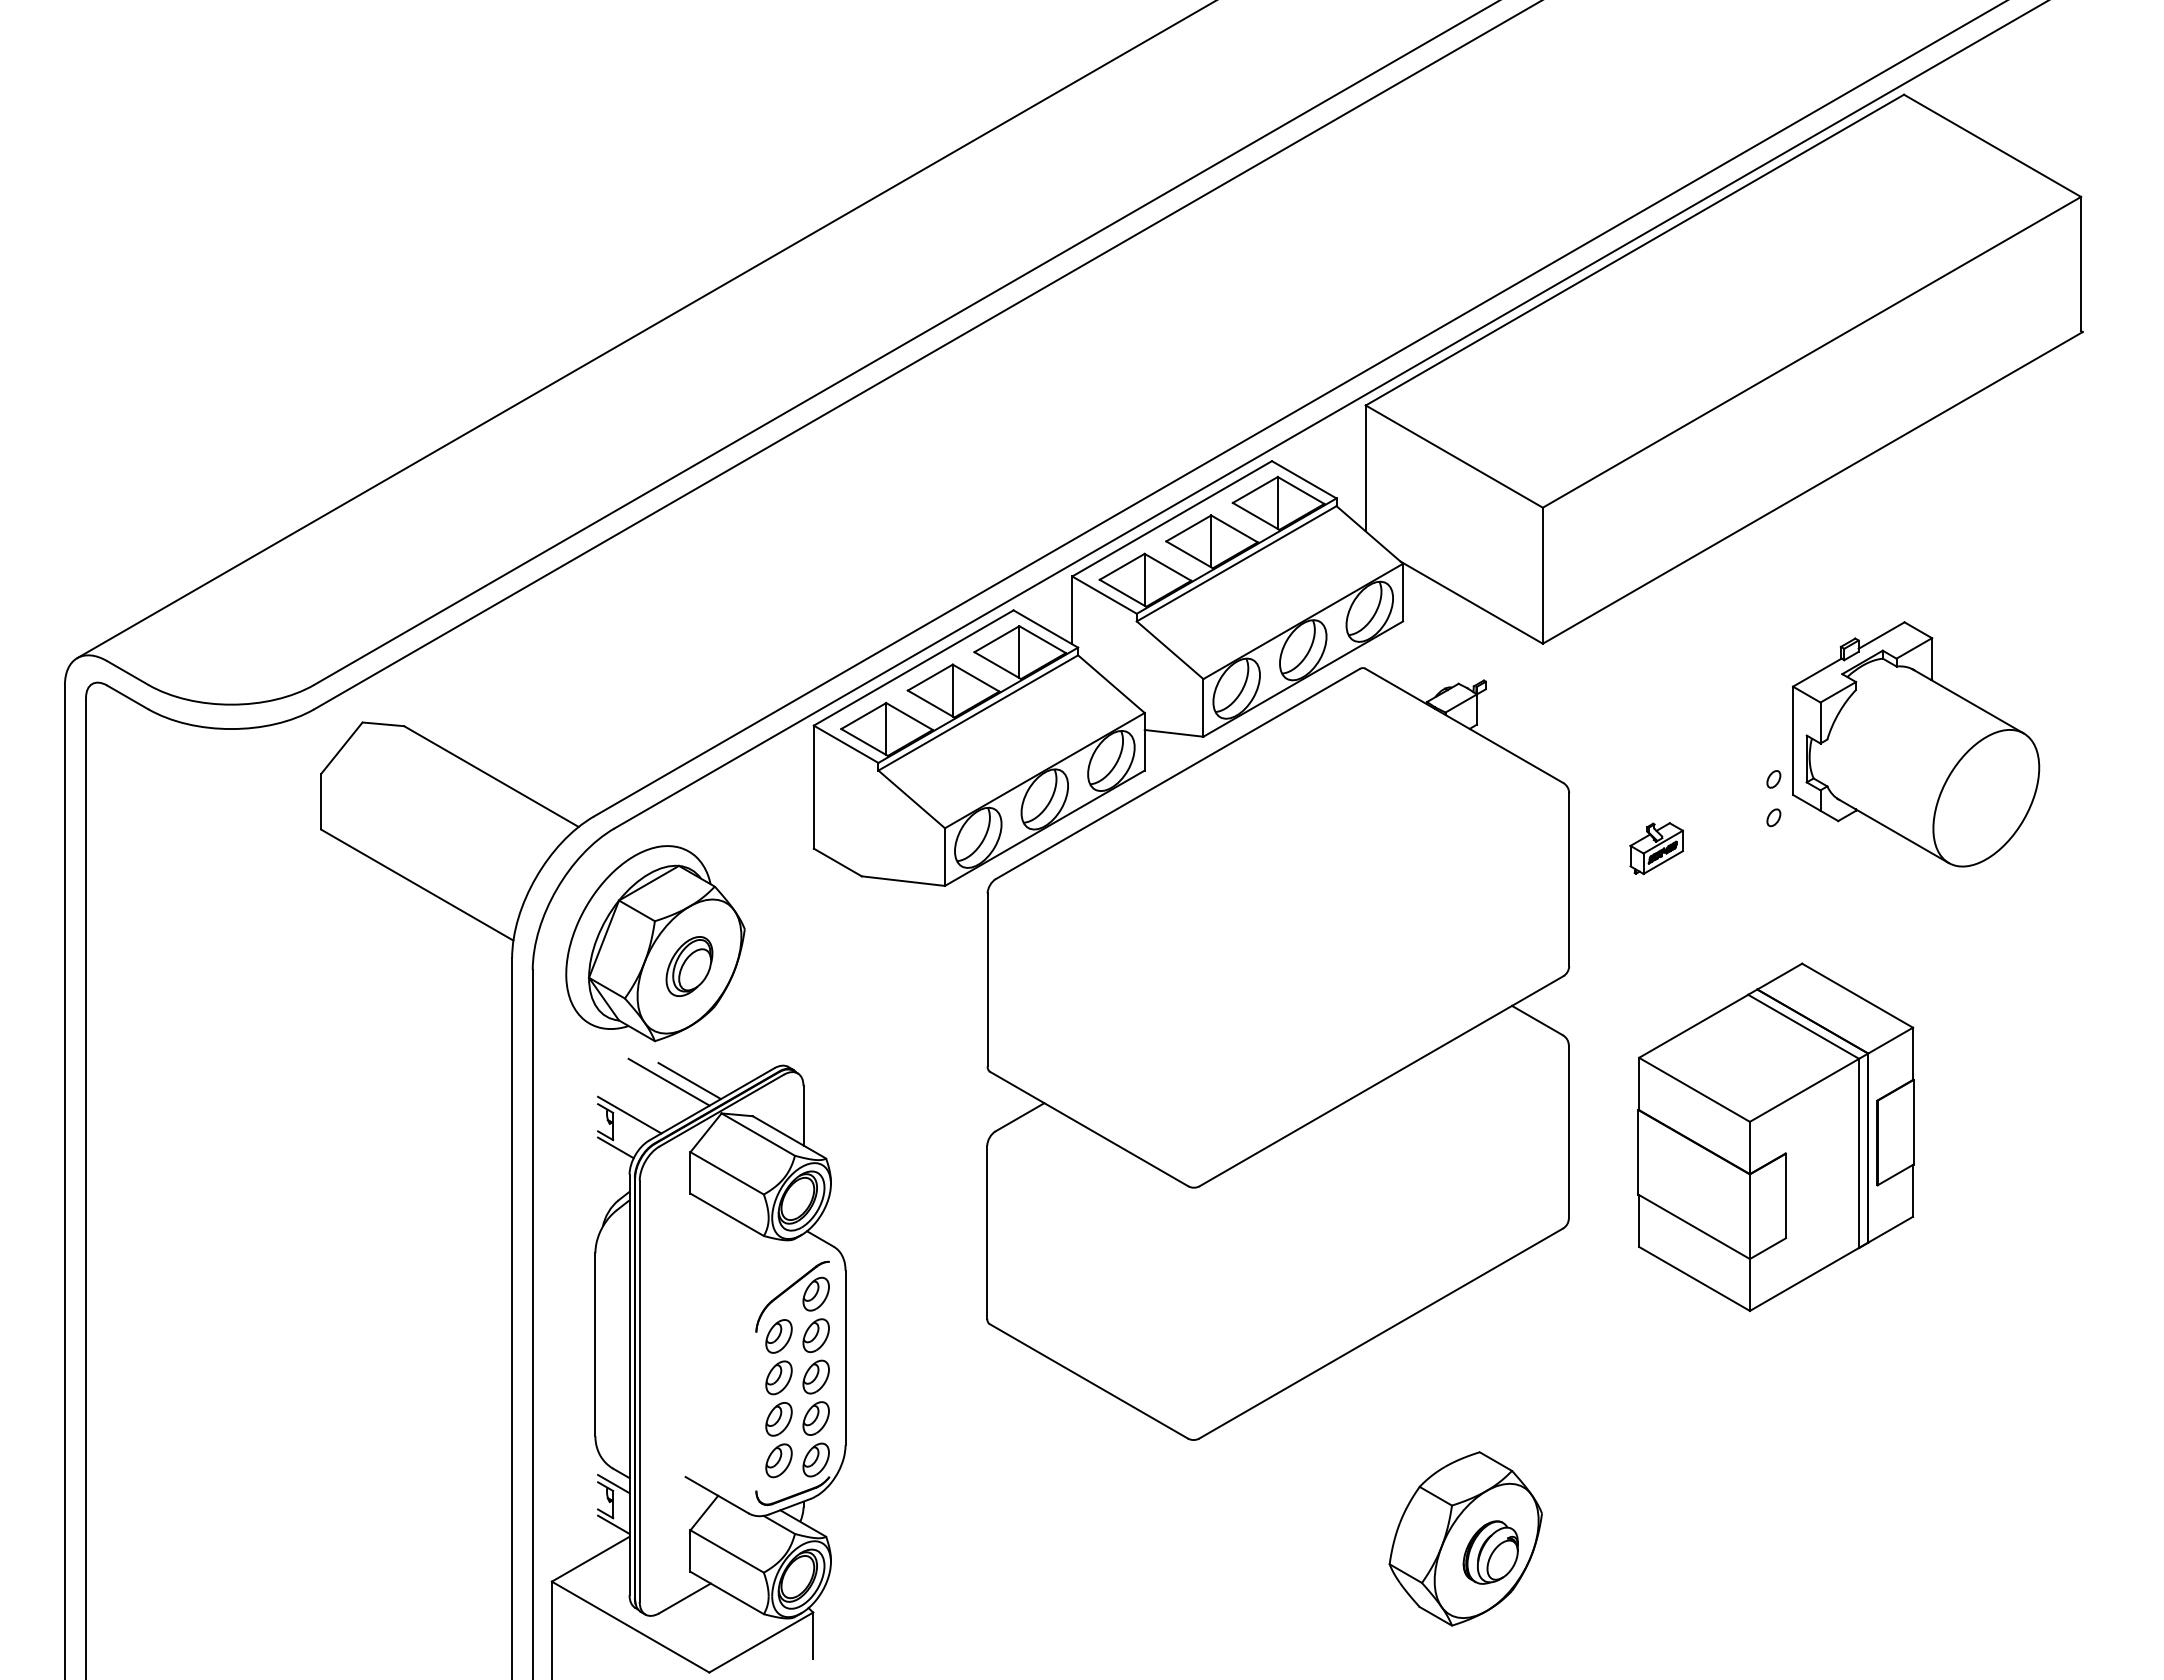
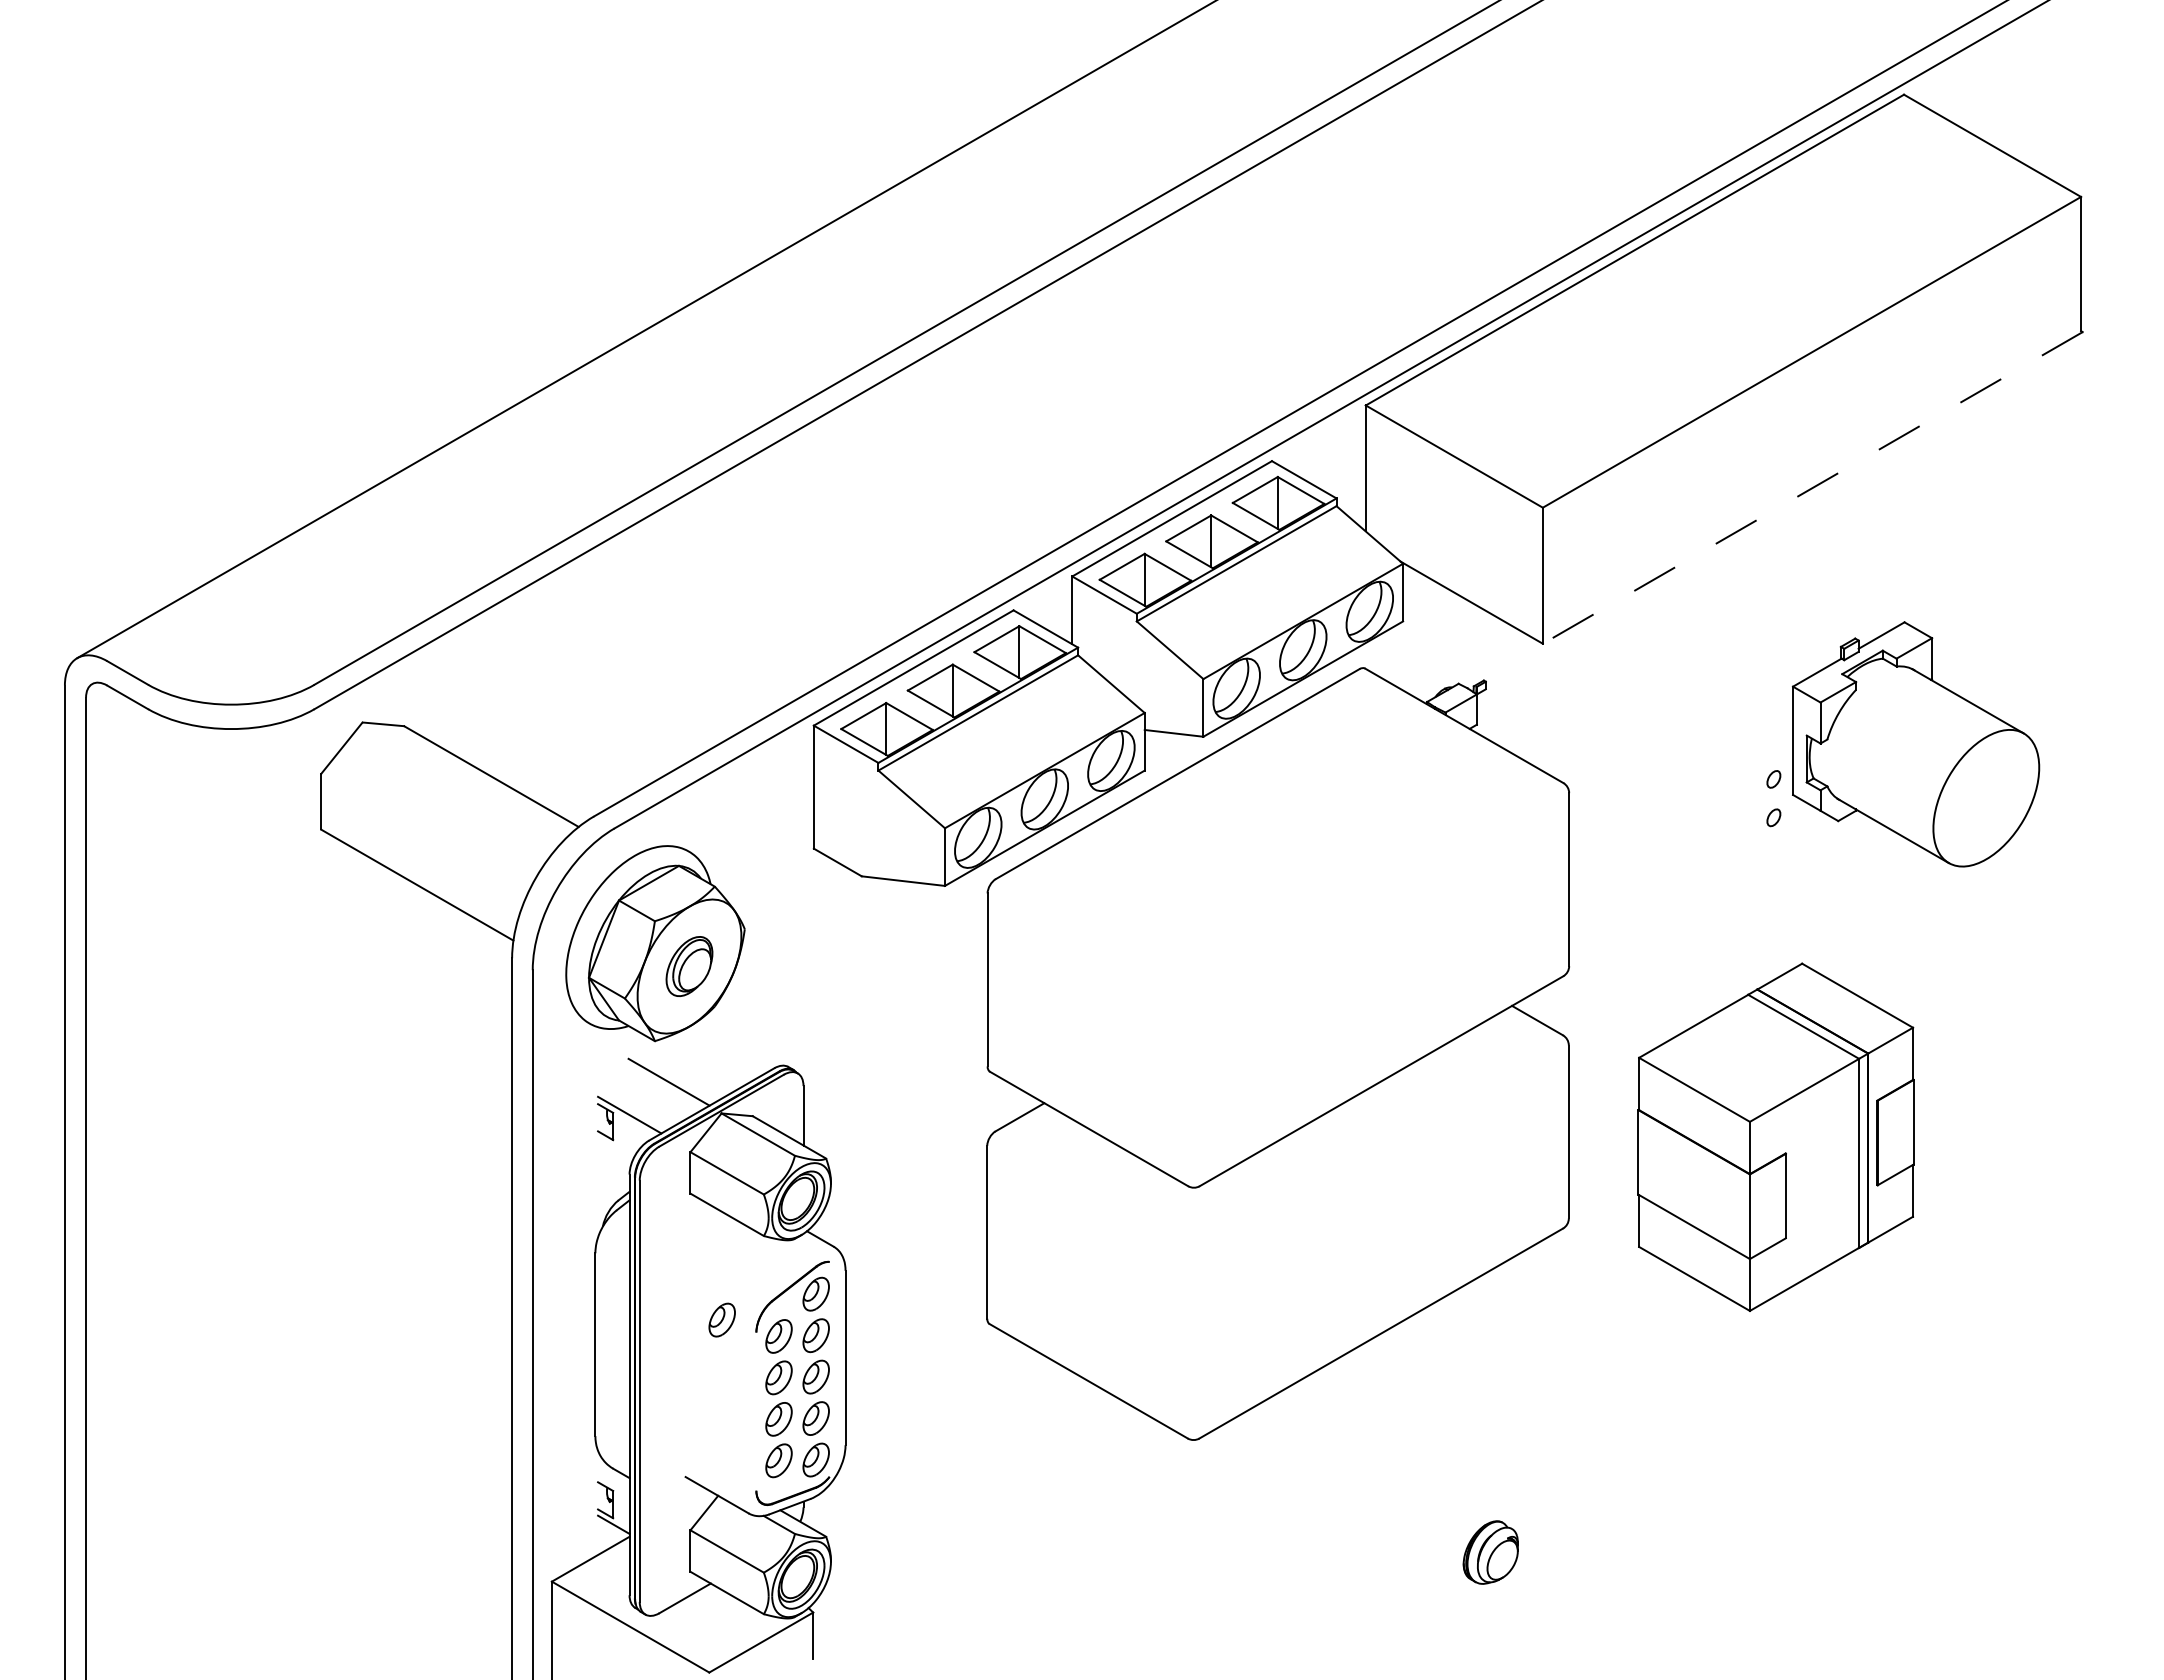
line at (1812, 487): solid -> dashed
part at (1656, 848): present -> none
line at (689, 1081): present -> none
line at (615, 1147): present -> none
part at (721, 1319): none -> present
line at (613, 1483): present -> none
part at (1465, 1538): present -> none
